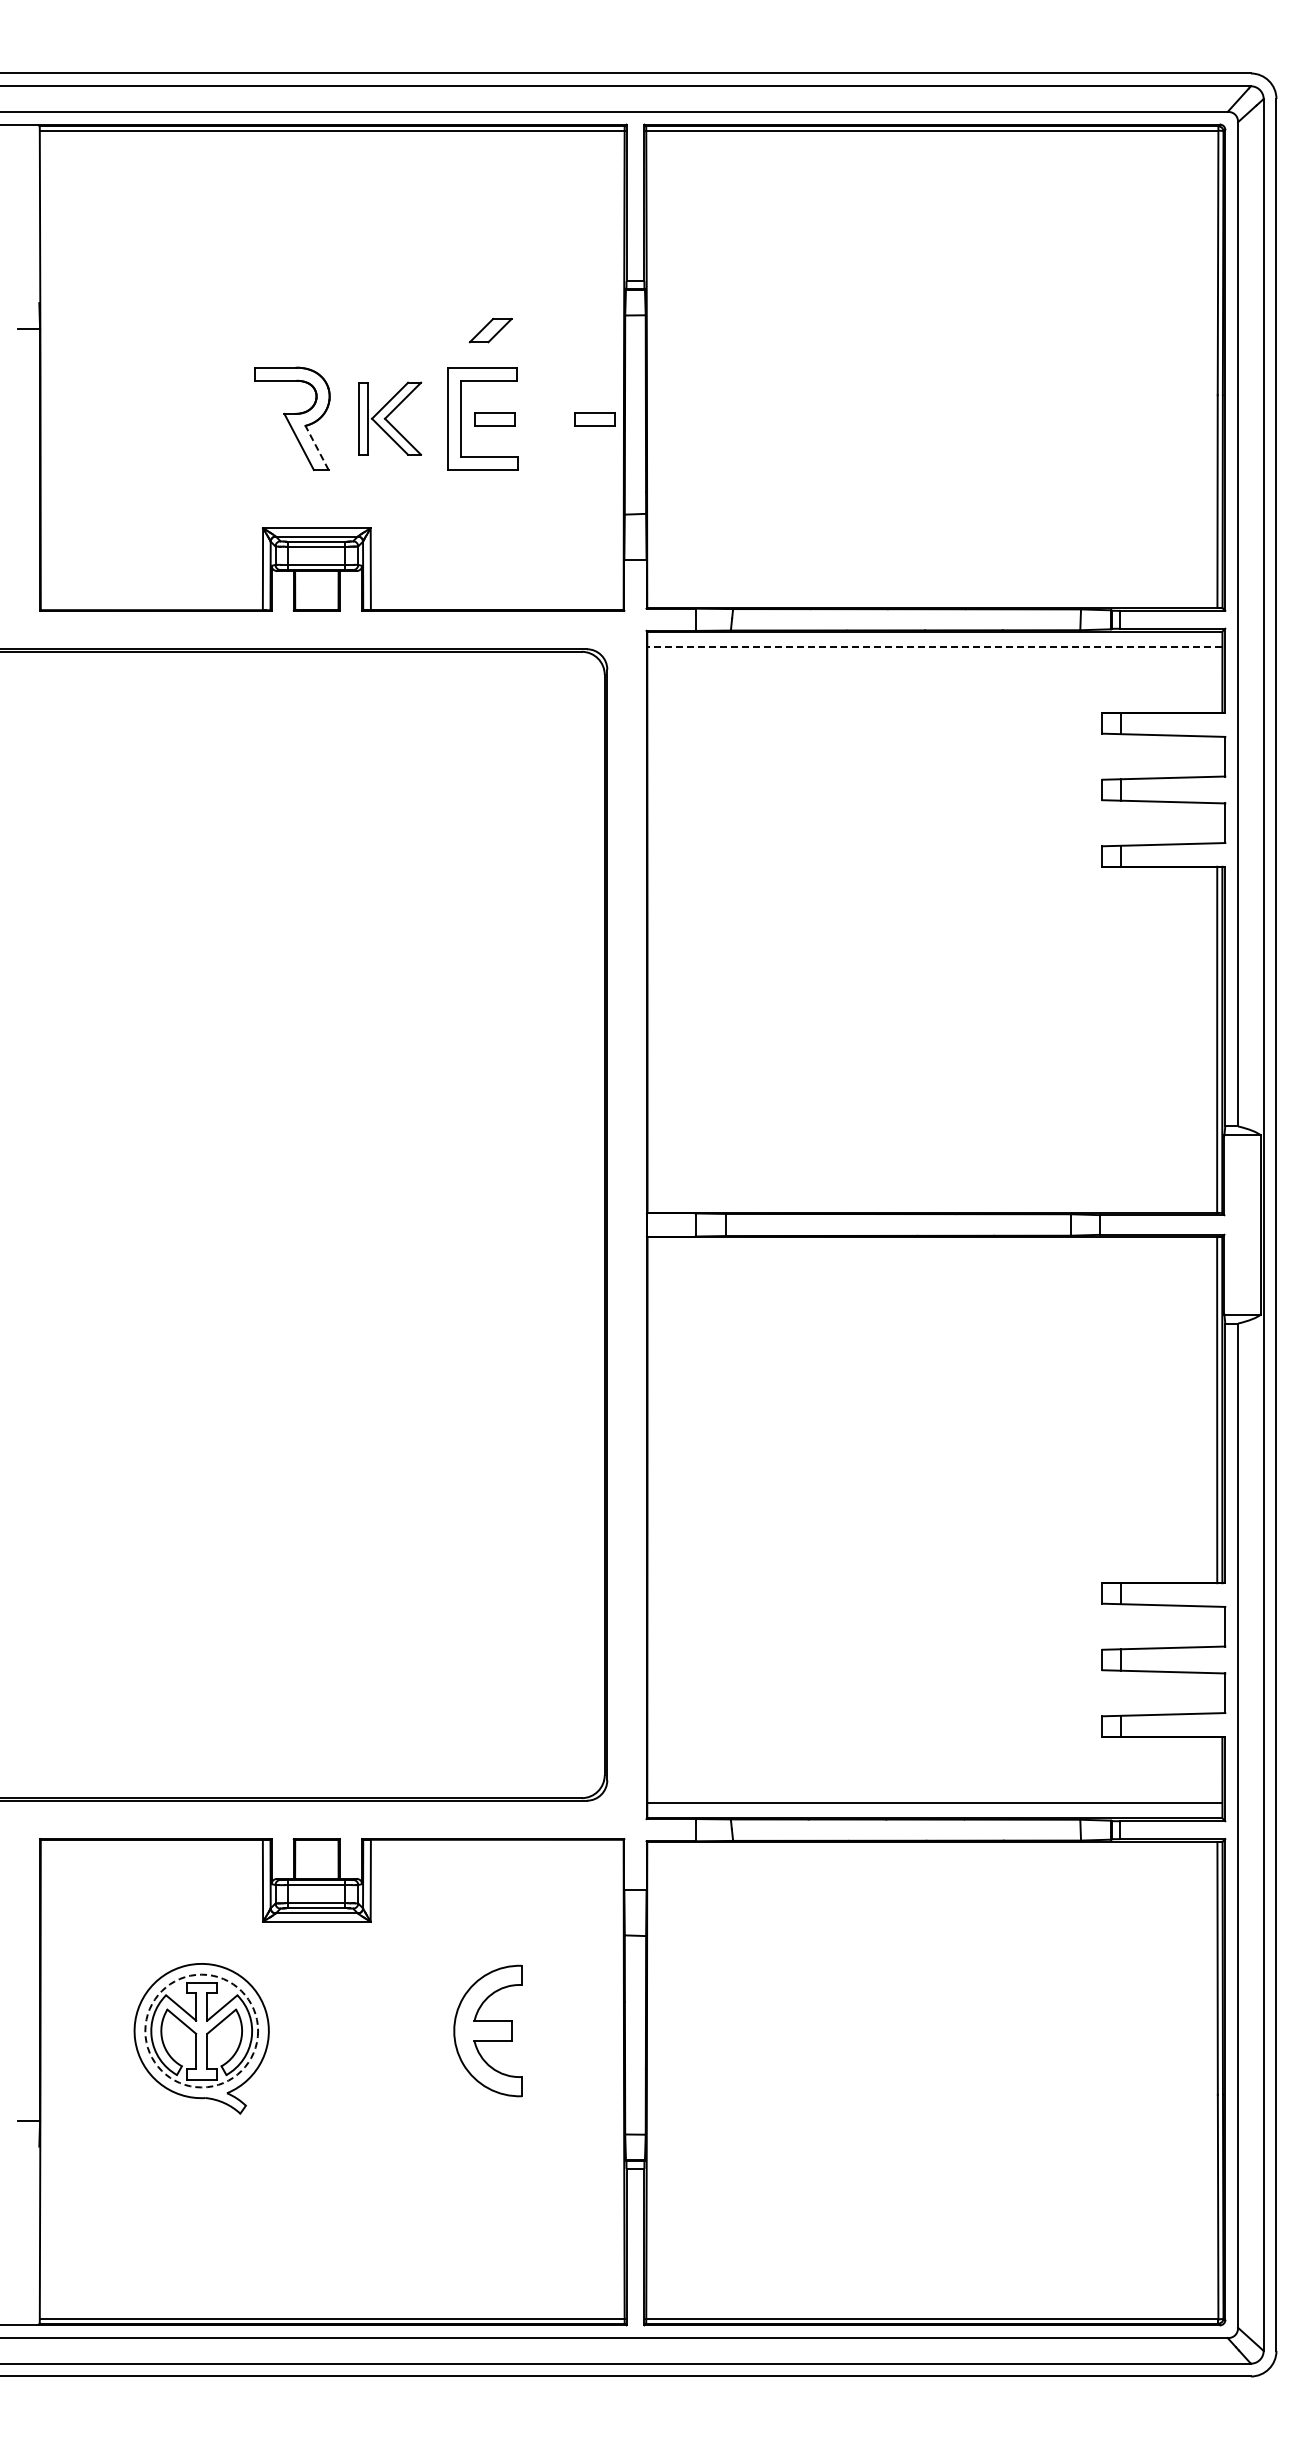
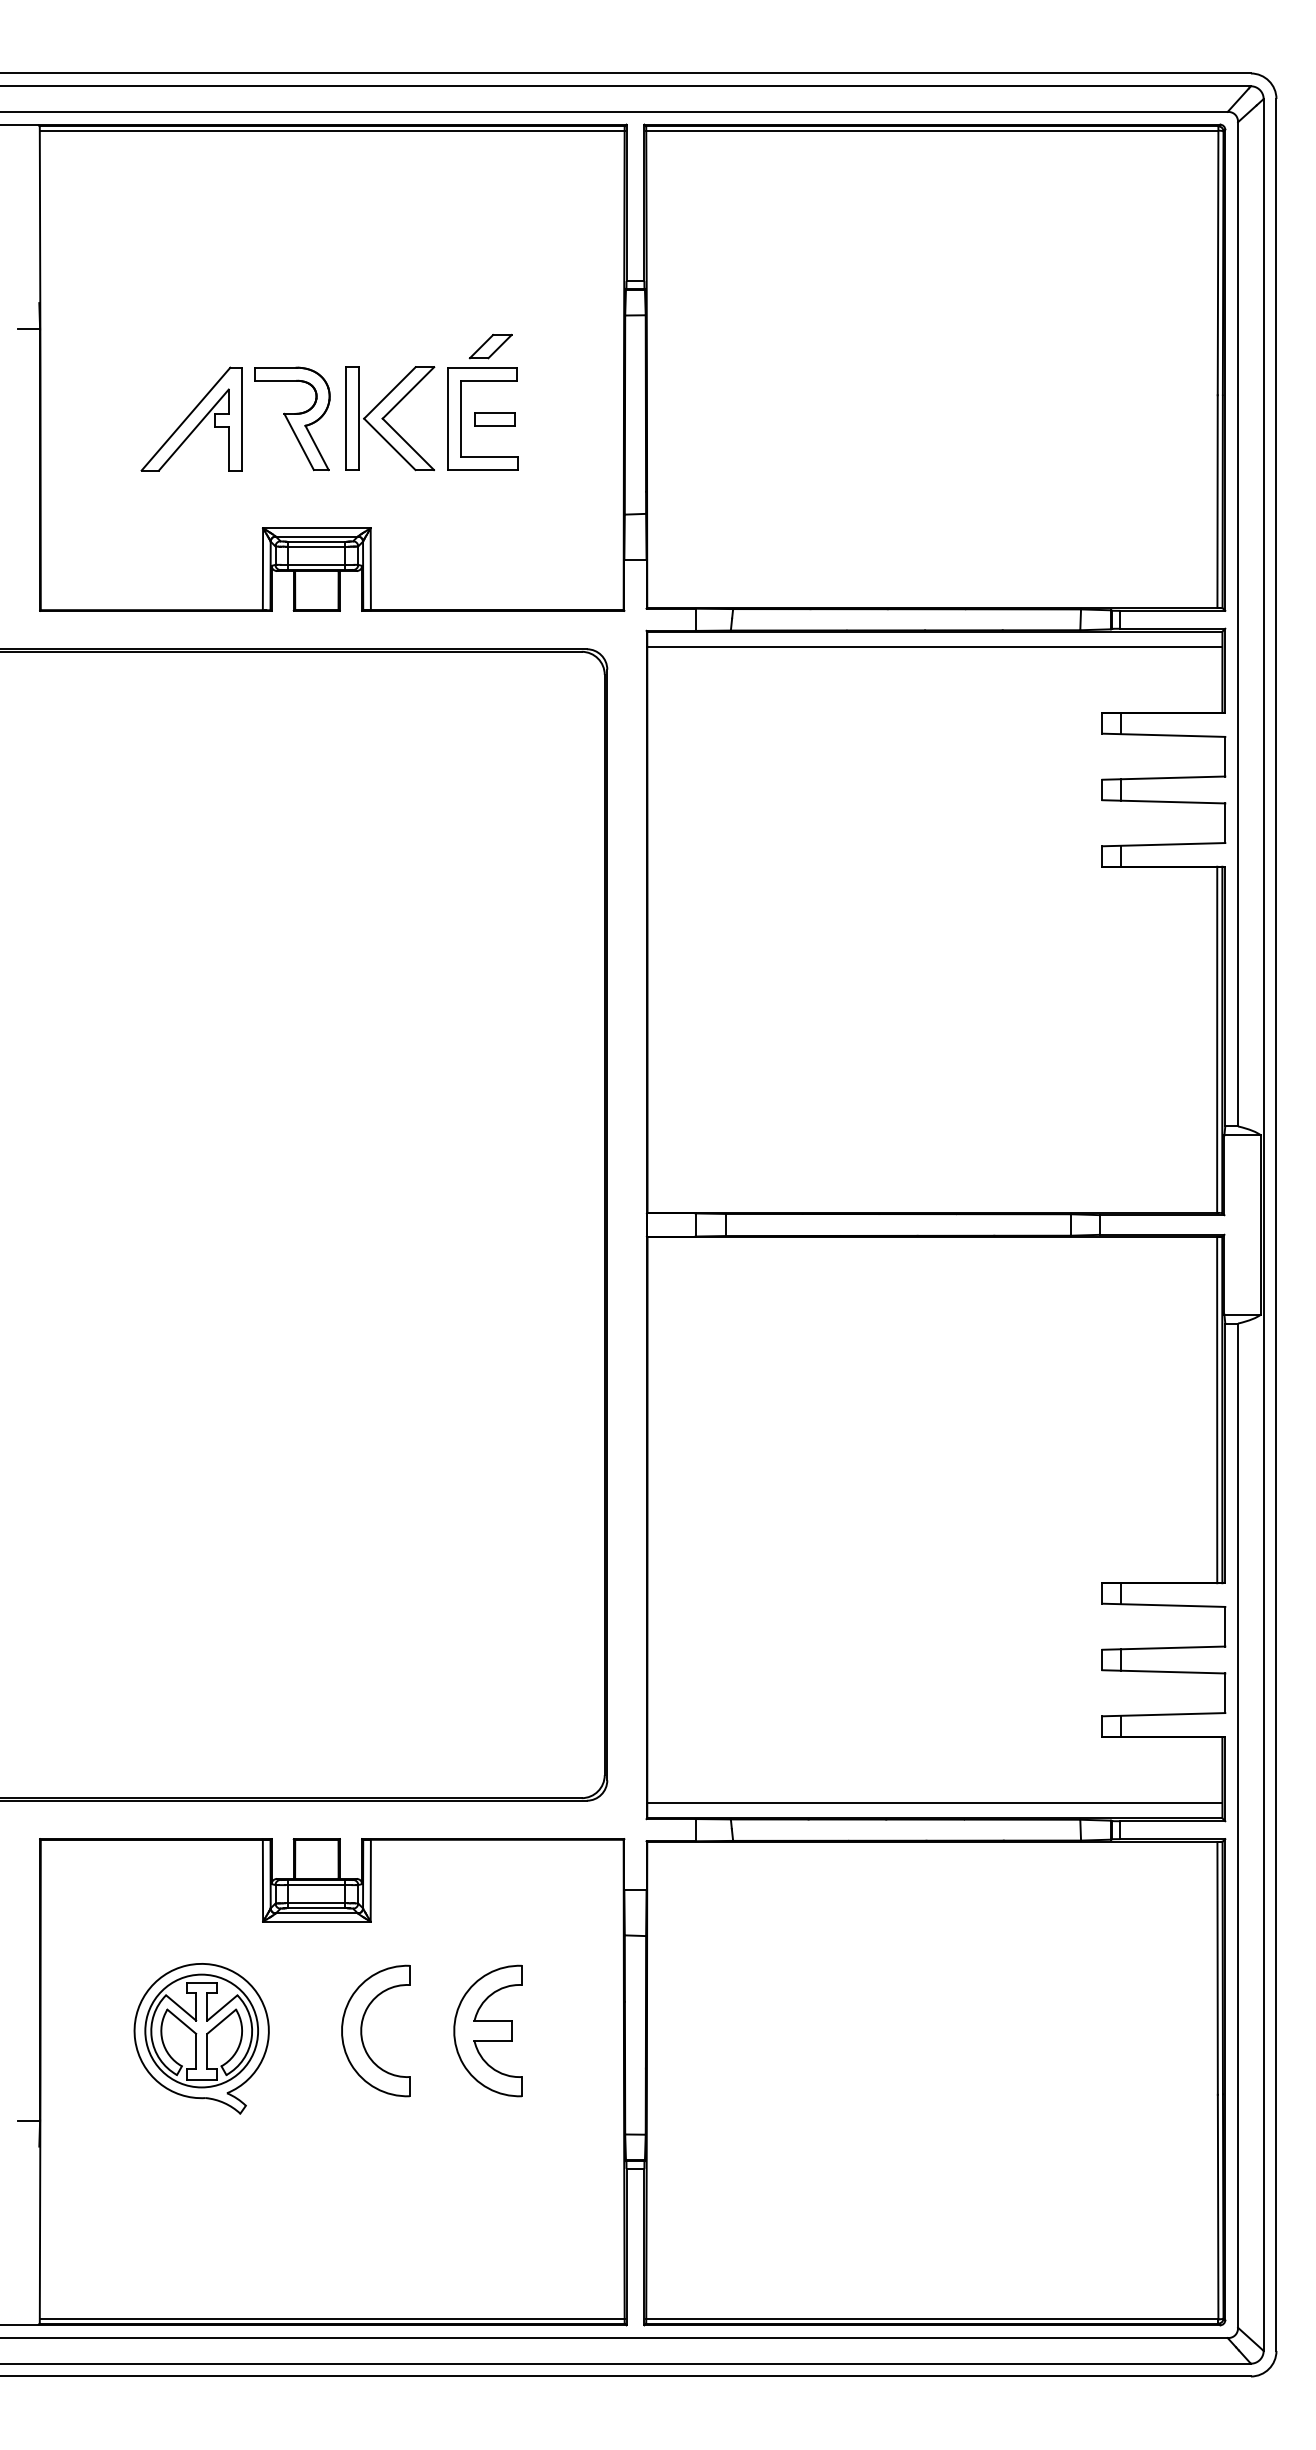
part at (490, 330) position: (490, 330) -> (490, 346)
part at (191, 418): none -> present
part at (390, 418) size: 65x75 px -> 91x106 px
part at (594, 419): present -> none
line at (317, 447): dashed -> solid
line at (934, 647): dashed -> solid
circle at (201, 2030): dashed -> solid
part at (362, 2030): none -> present
